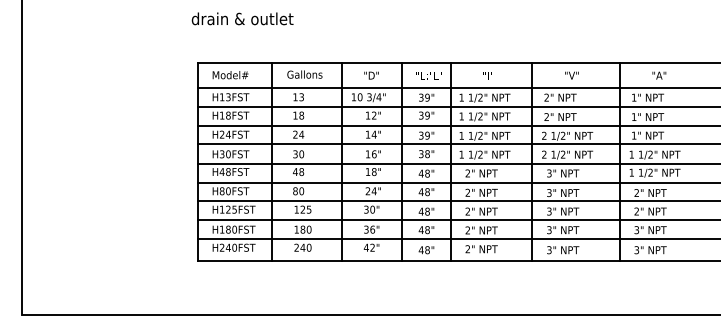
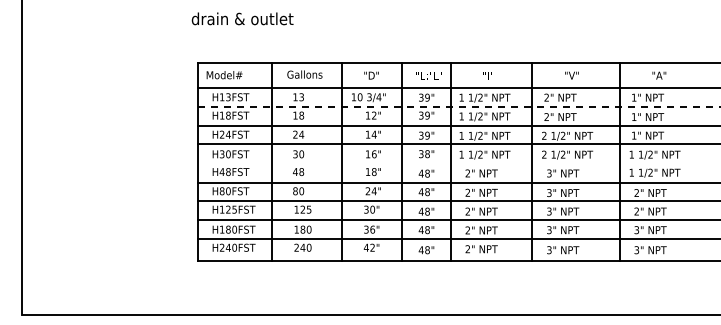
text at (230, 75) position: (230, 75) -> (224, 75)
line at (459, 106): solid -> dashed
line at (457, 163): present -> none
